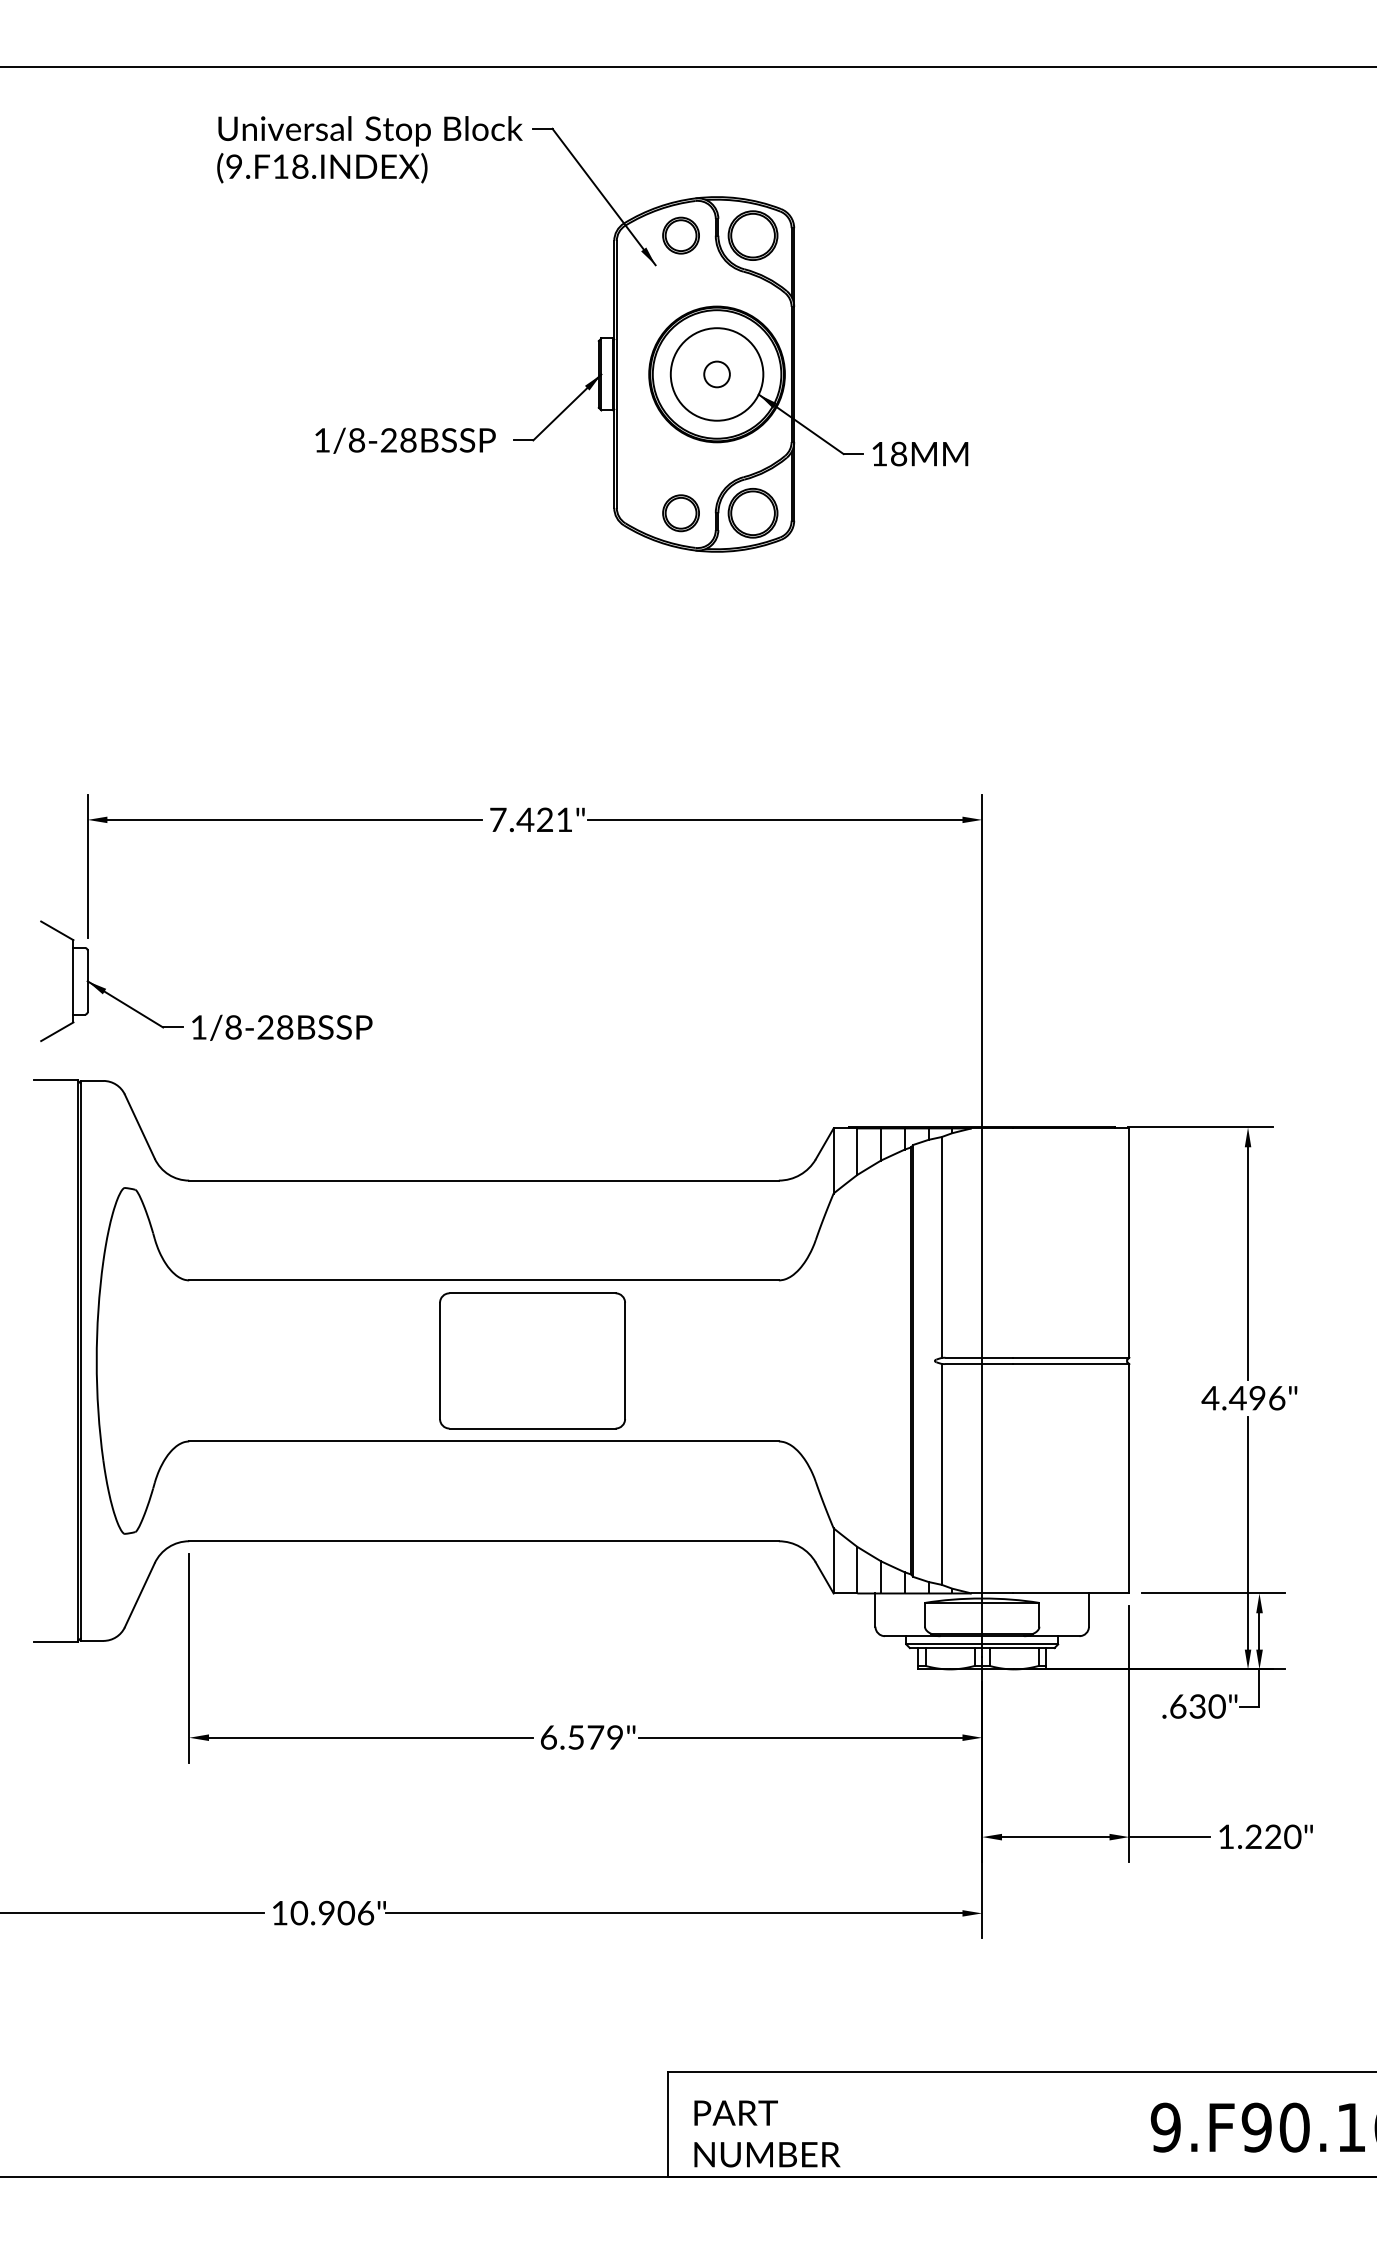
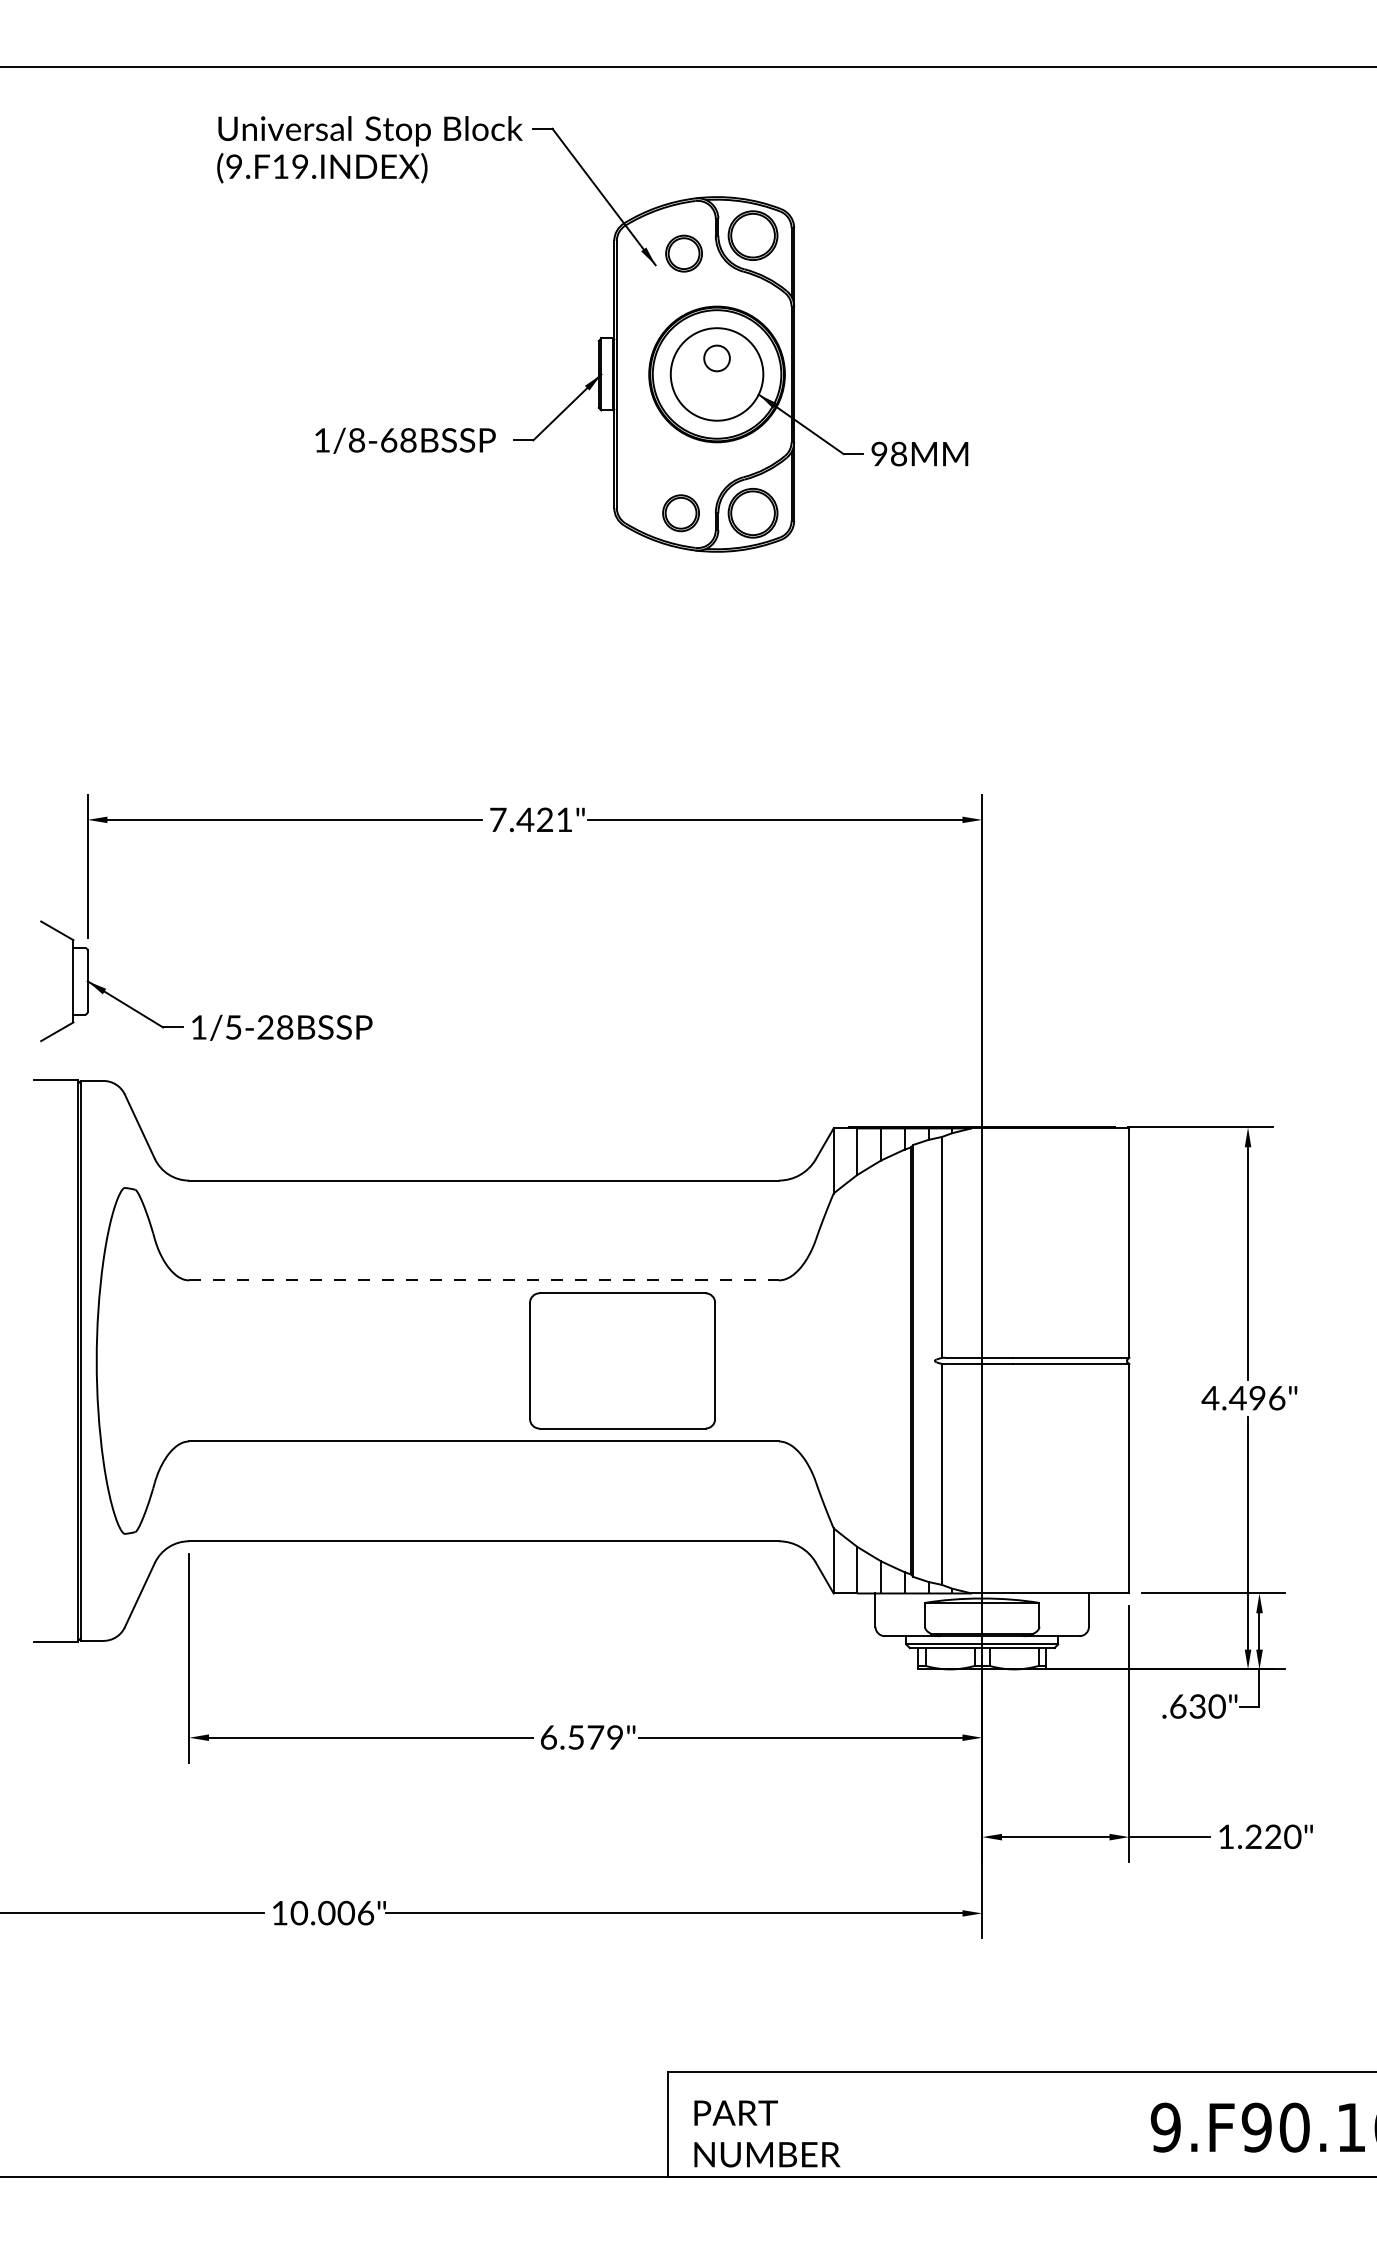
text at (300, 167): (9.F18.INDEX) -> (9.F19.INDEX)
part at (680, 235) position: (680, 235) -> (683, 253)
circle at (716, 374) position: (716, 374) -> (716, 358)
text at (388, 440): 1/8-28 -> 1/8-68
text at (879, 453): 18MM -> 98MM
text at (233, 1027): 1/8-28 -> 1/5-28
line at (484, 1280): solid -> dashed
part at (532, 1360) position: (532, 1360) -> (622, 1360)
text at (326, 1913): 10.906" -> 10.006"
